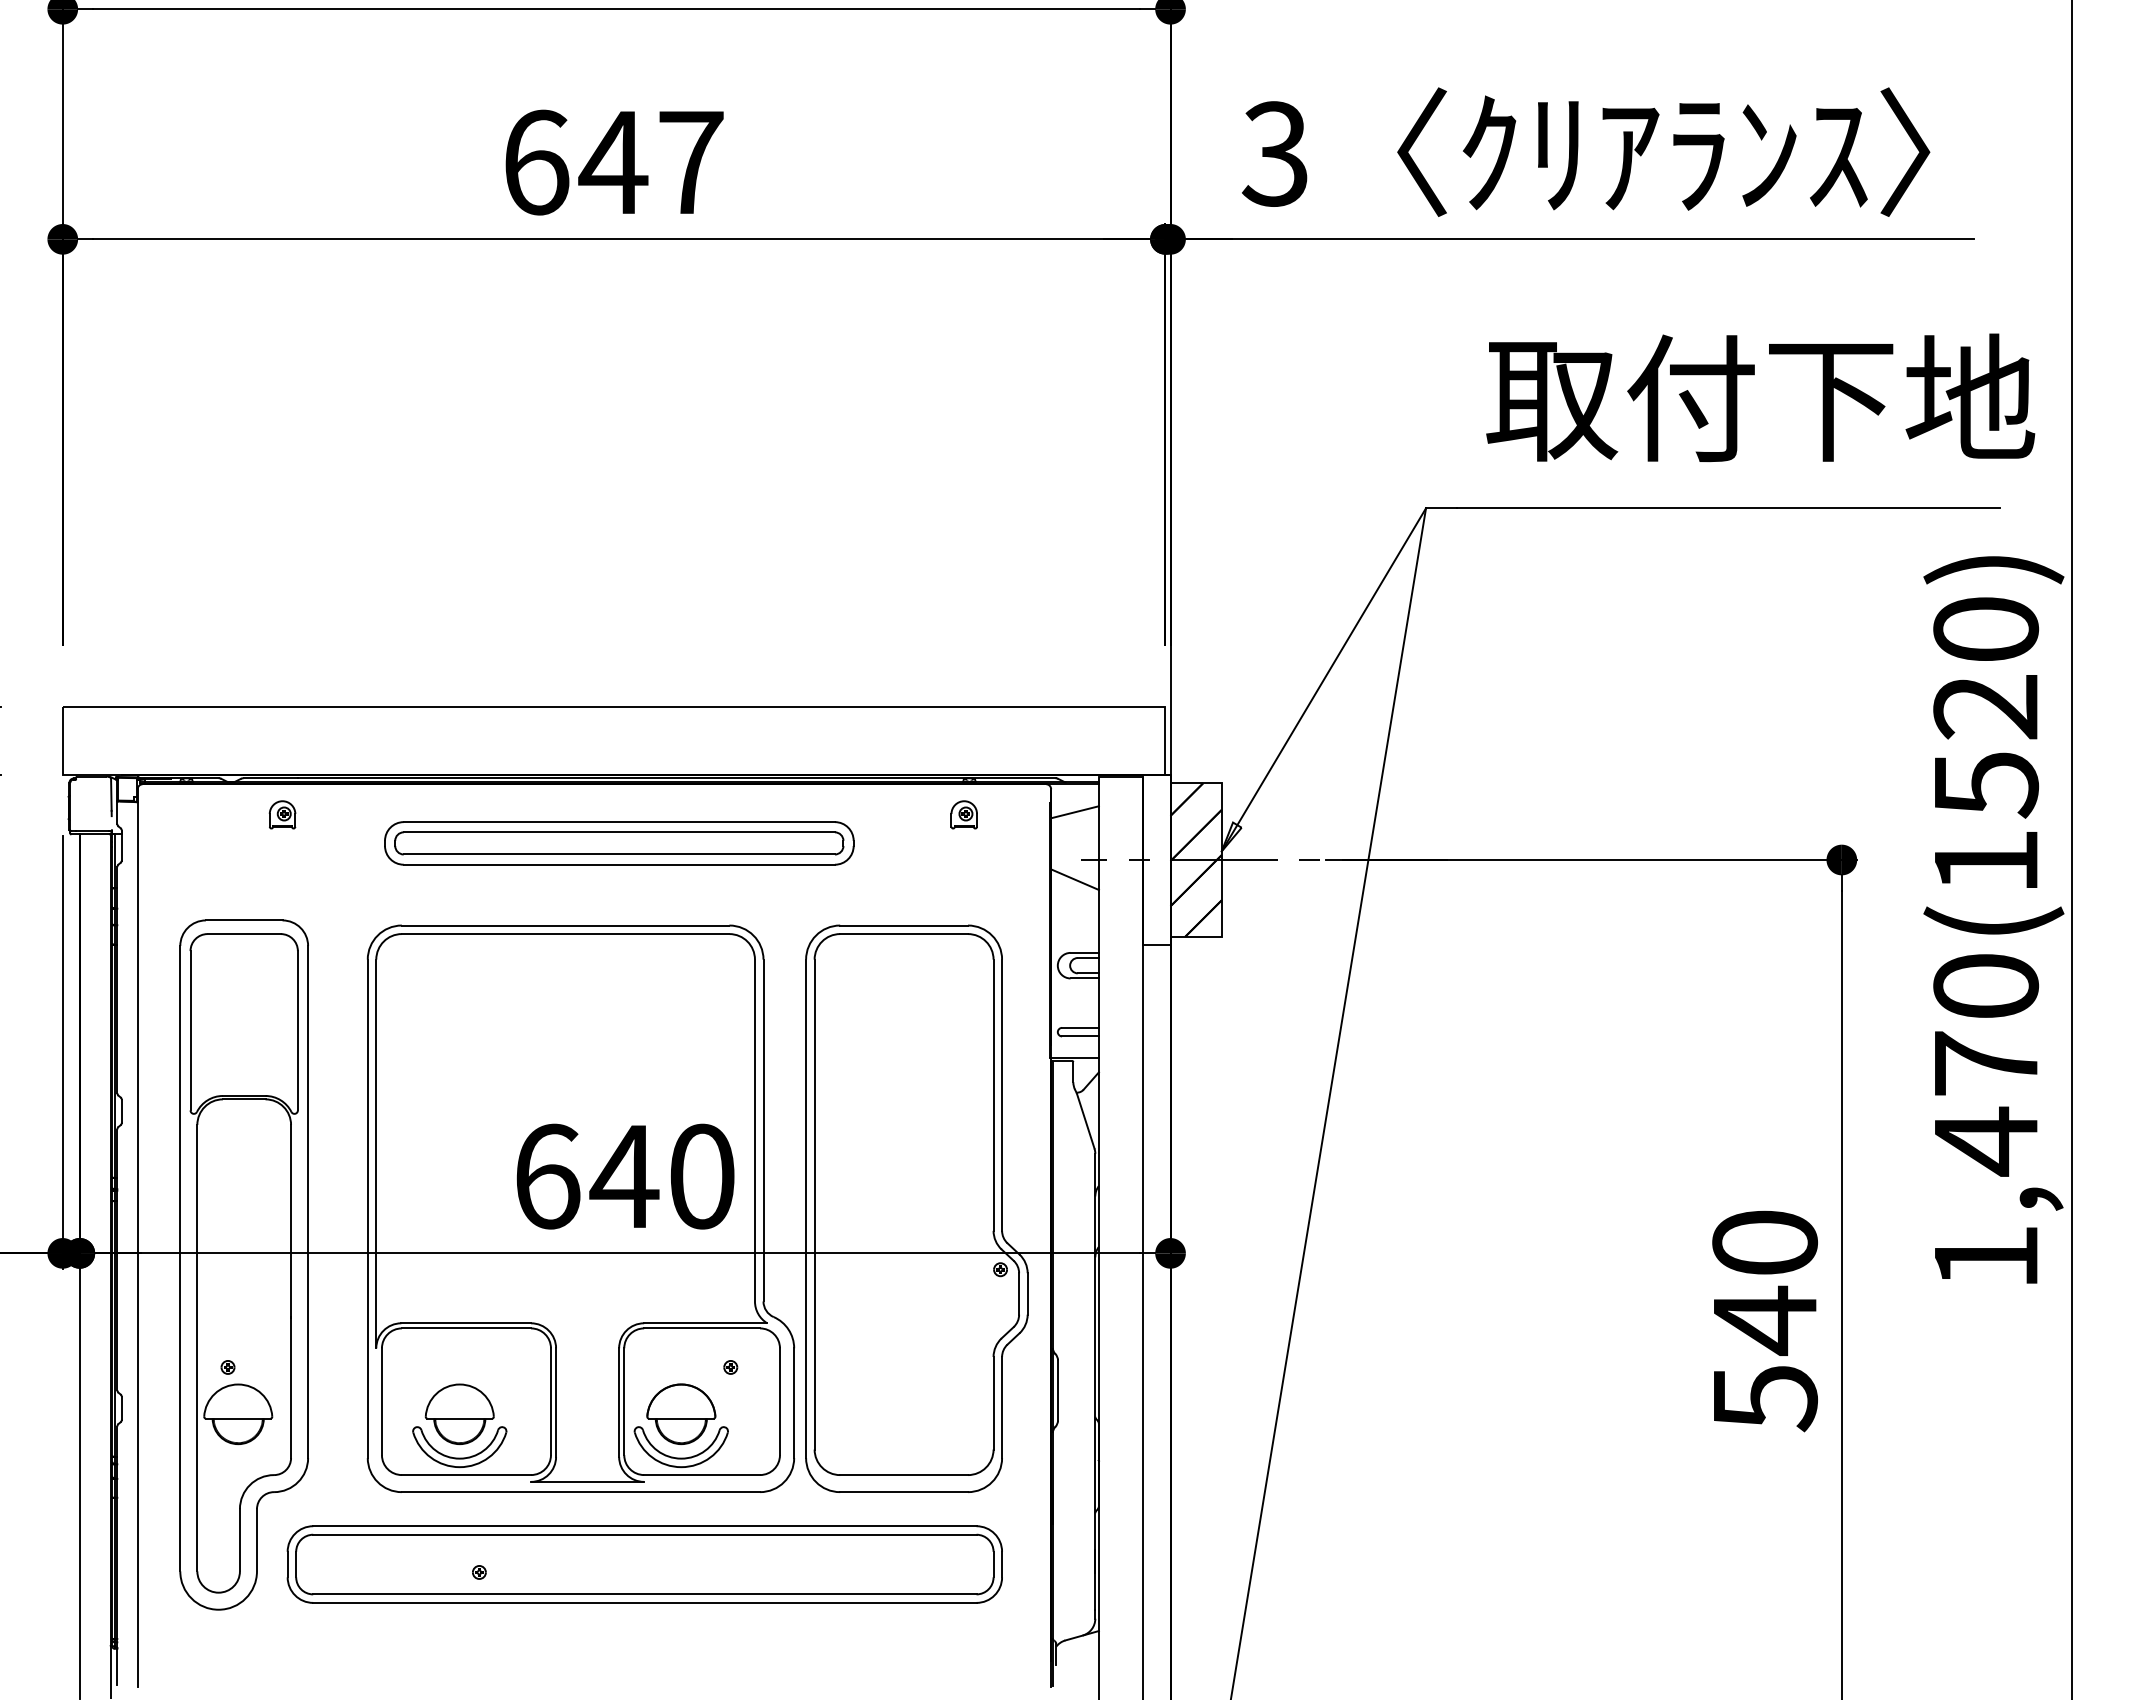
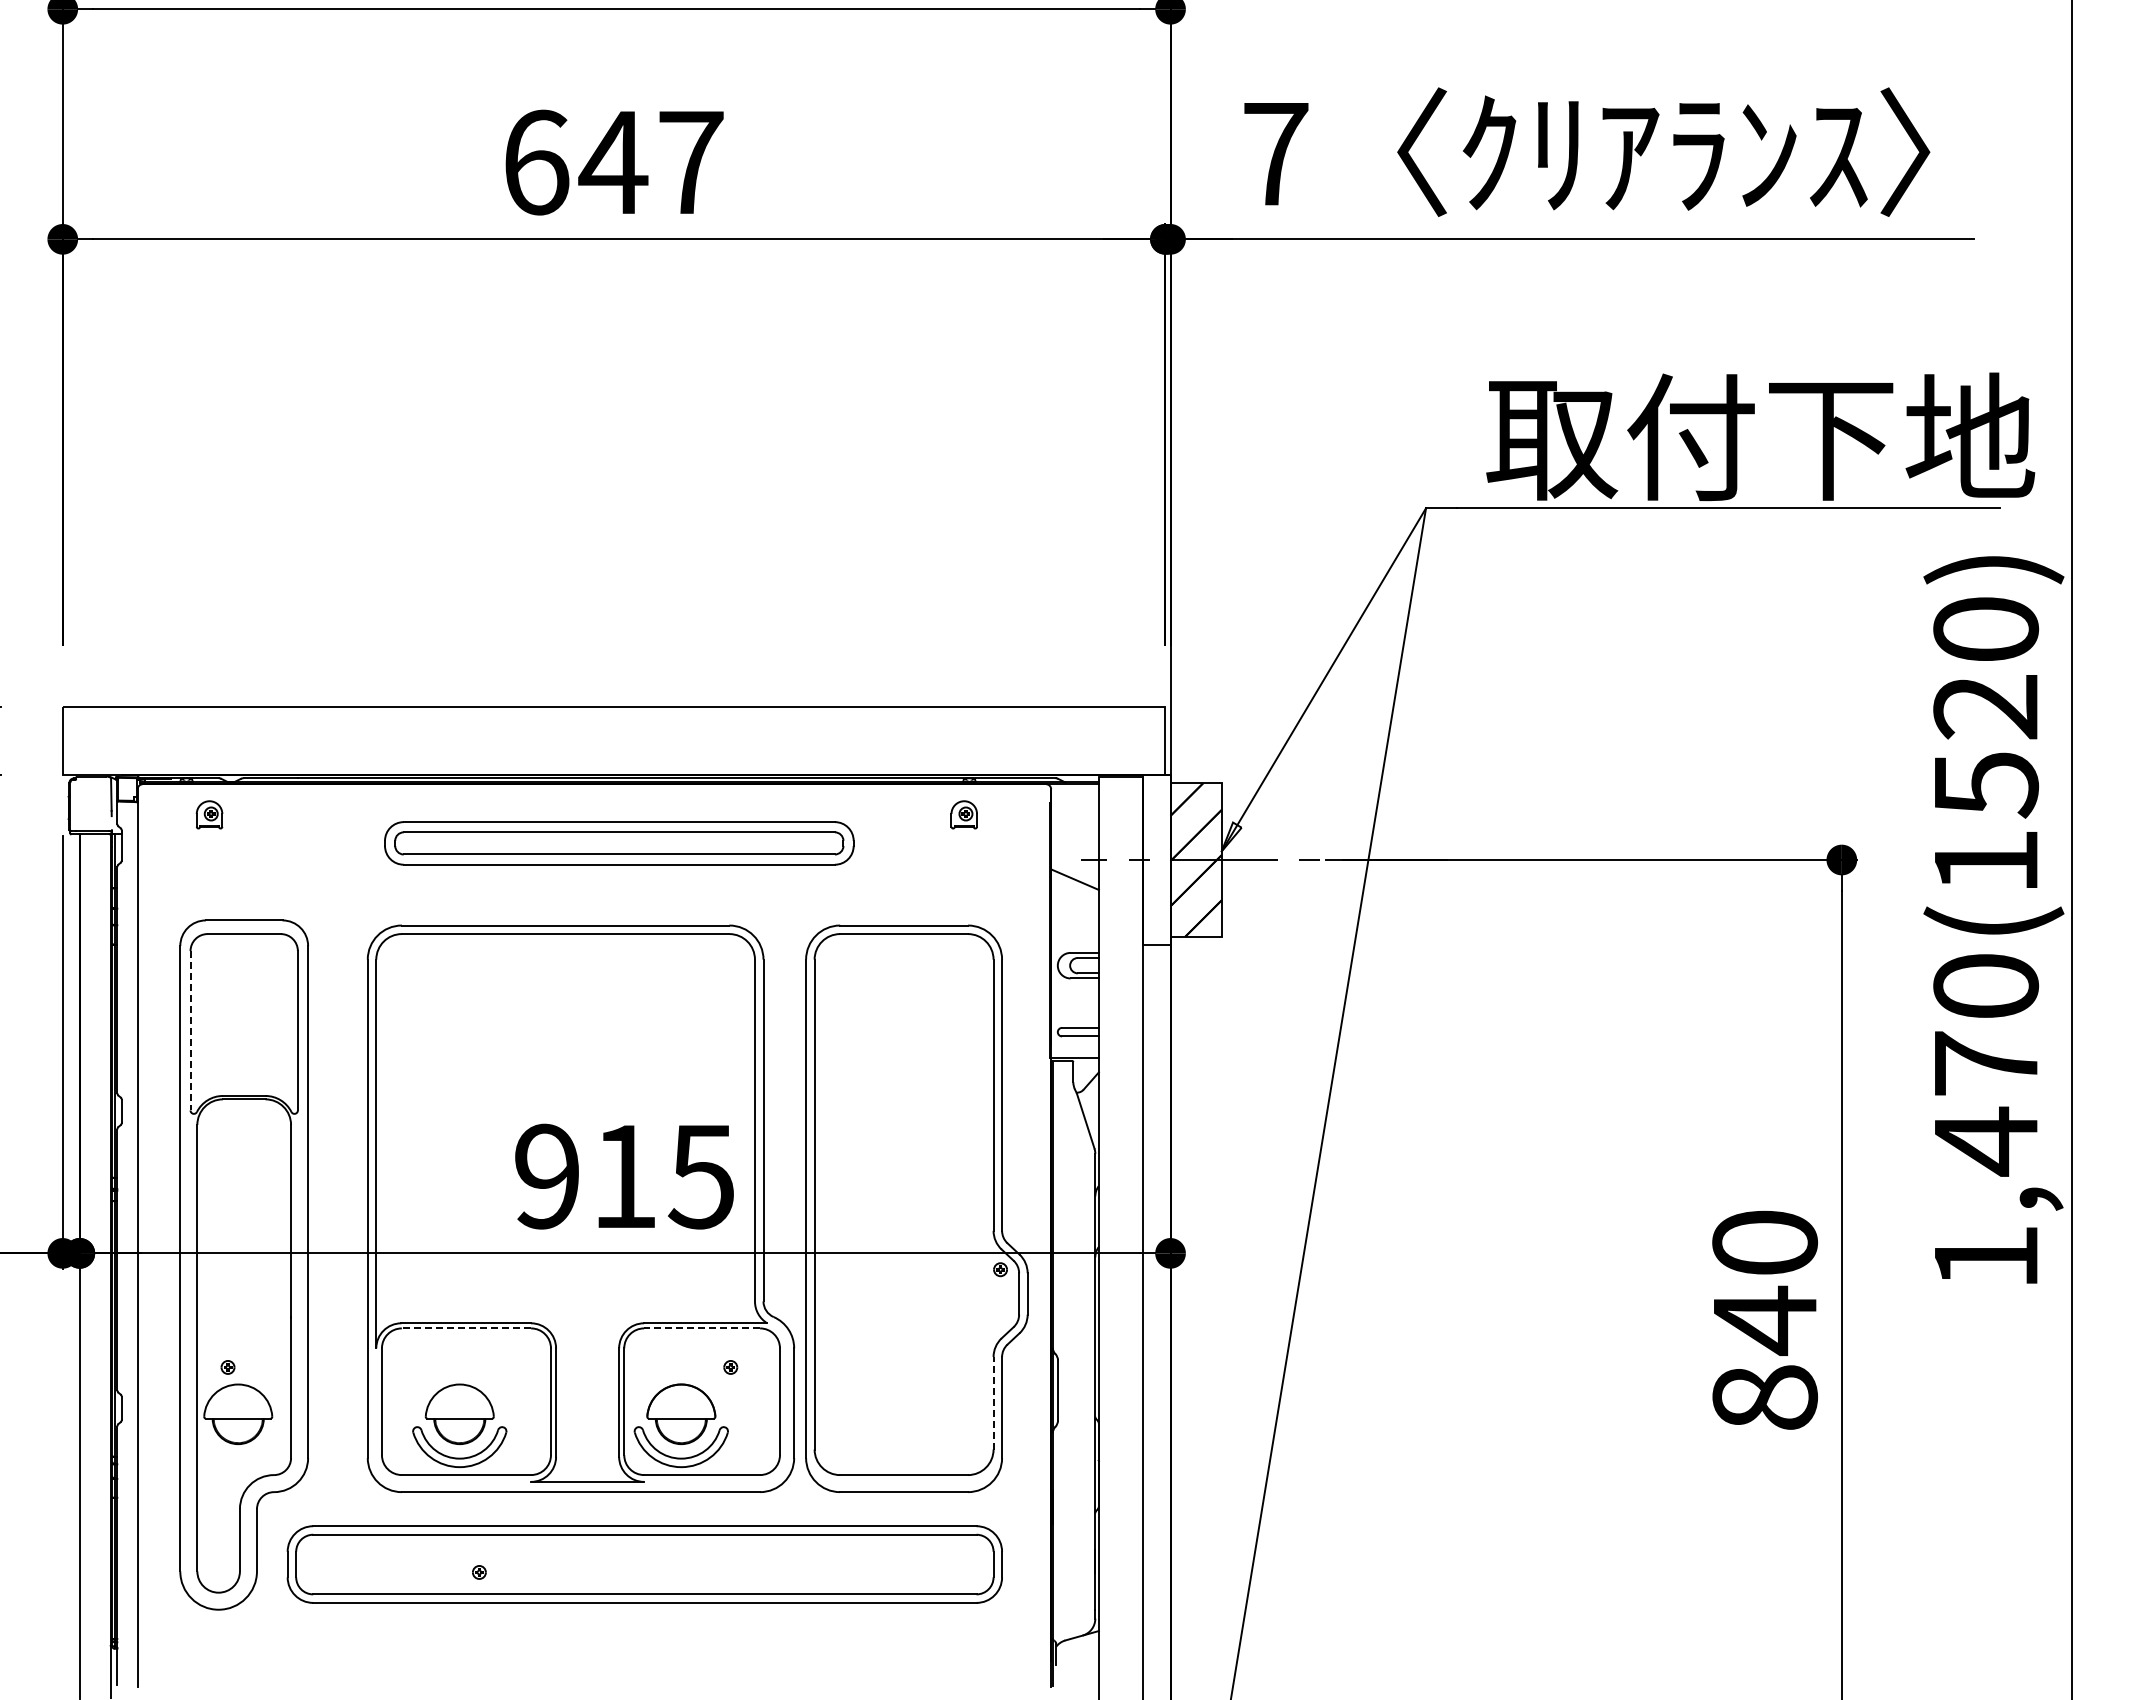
text at (1275, 153): 3 -> 7
text at (1760, 397) position: (1760, 397) -> (1760, 436)
line at (1074, 812): present -> none
part at (282, 814) position: (282, 814) -> (209, 814)
line at (190, 1030): solid -> dashed
text at (624, 1176): 640 -> 915
line at (466, 1328): solid -> dashed
line at (702, 1328): solid -> dashed
text at (1764, 1398): 540 -> 840
line at (993, 1402): solid -> dashed
